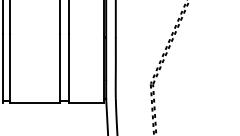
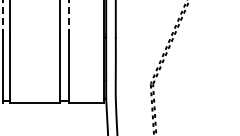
line at (2, 16): solid -> dashed
line at (68, 16): solid -> dashed
